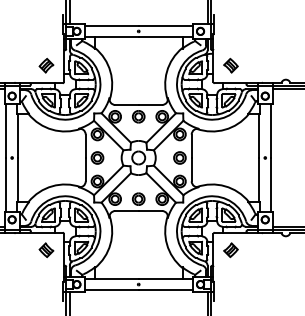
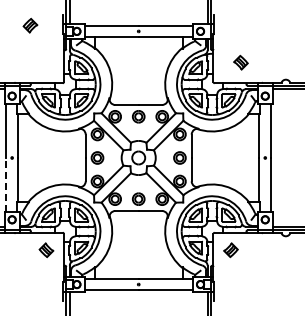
part at (46, 65) position: (46, 65) -> (30, 25)
part at (230, 65) position: (230, 65) -> (240, 62)
line at (6, 184): solid -> dashed
